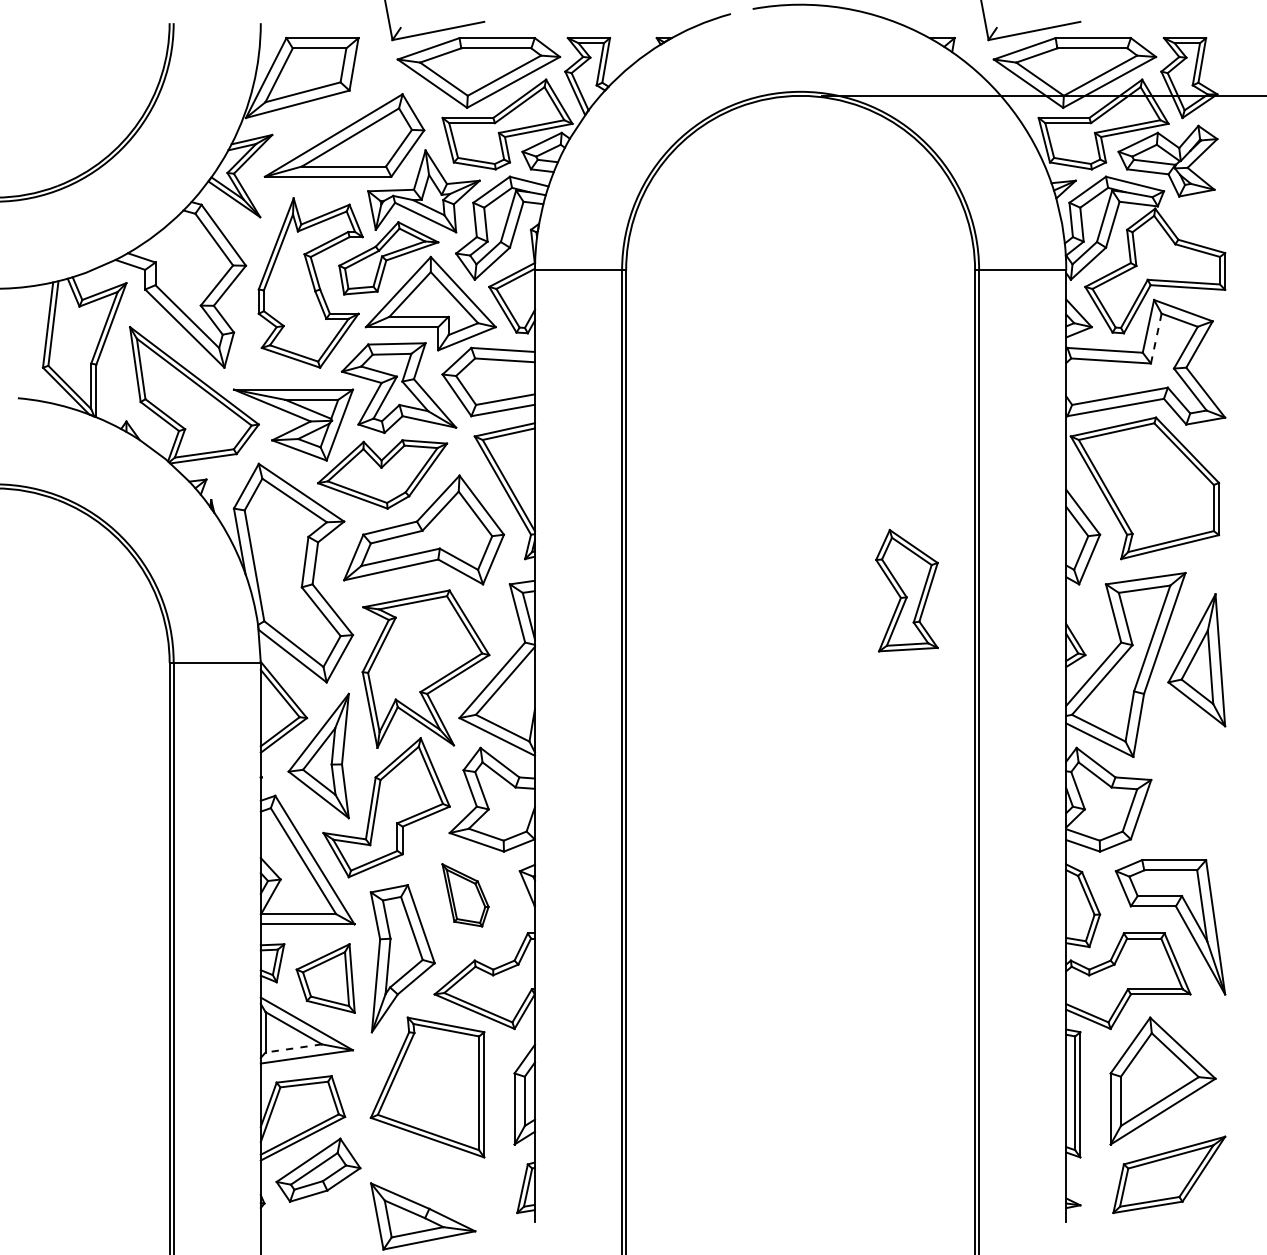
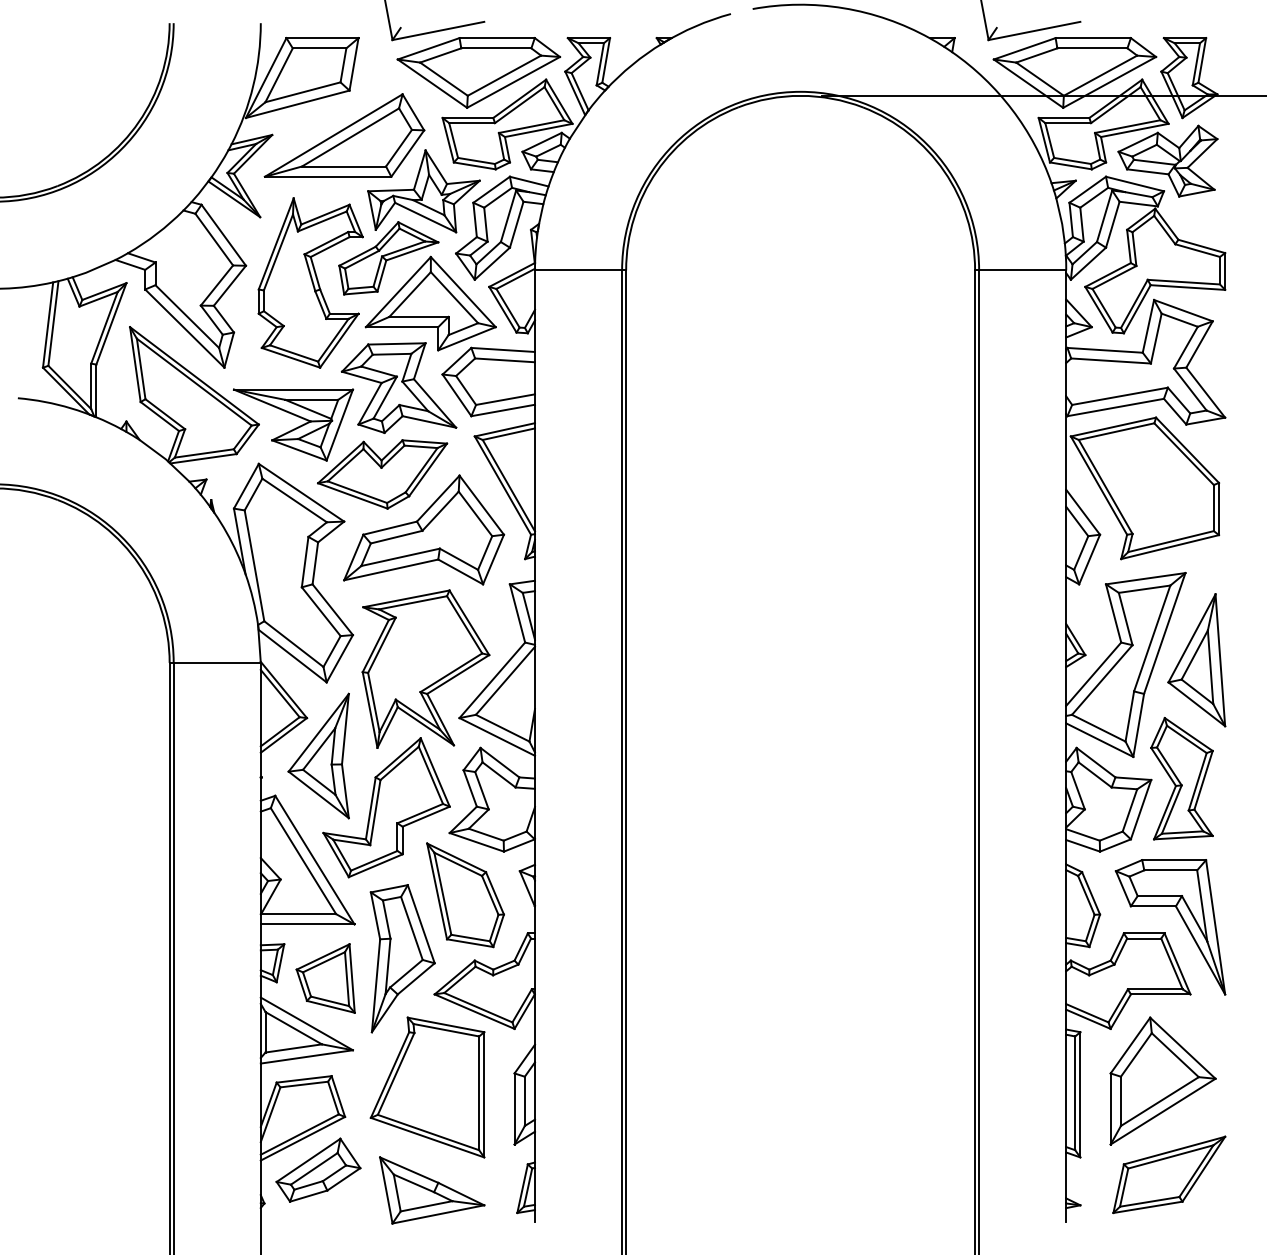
line at (1156, 338): dashed -> solid
part at (906, 590) position: (906, 590) -> (1181, 778)
part at (465, 895) size: 49x65 px -> 79x107 px
line at (293, 1048): dashed -> solid
part at (423, 1216) position: (423, 1216) -> (432, 1190)
